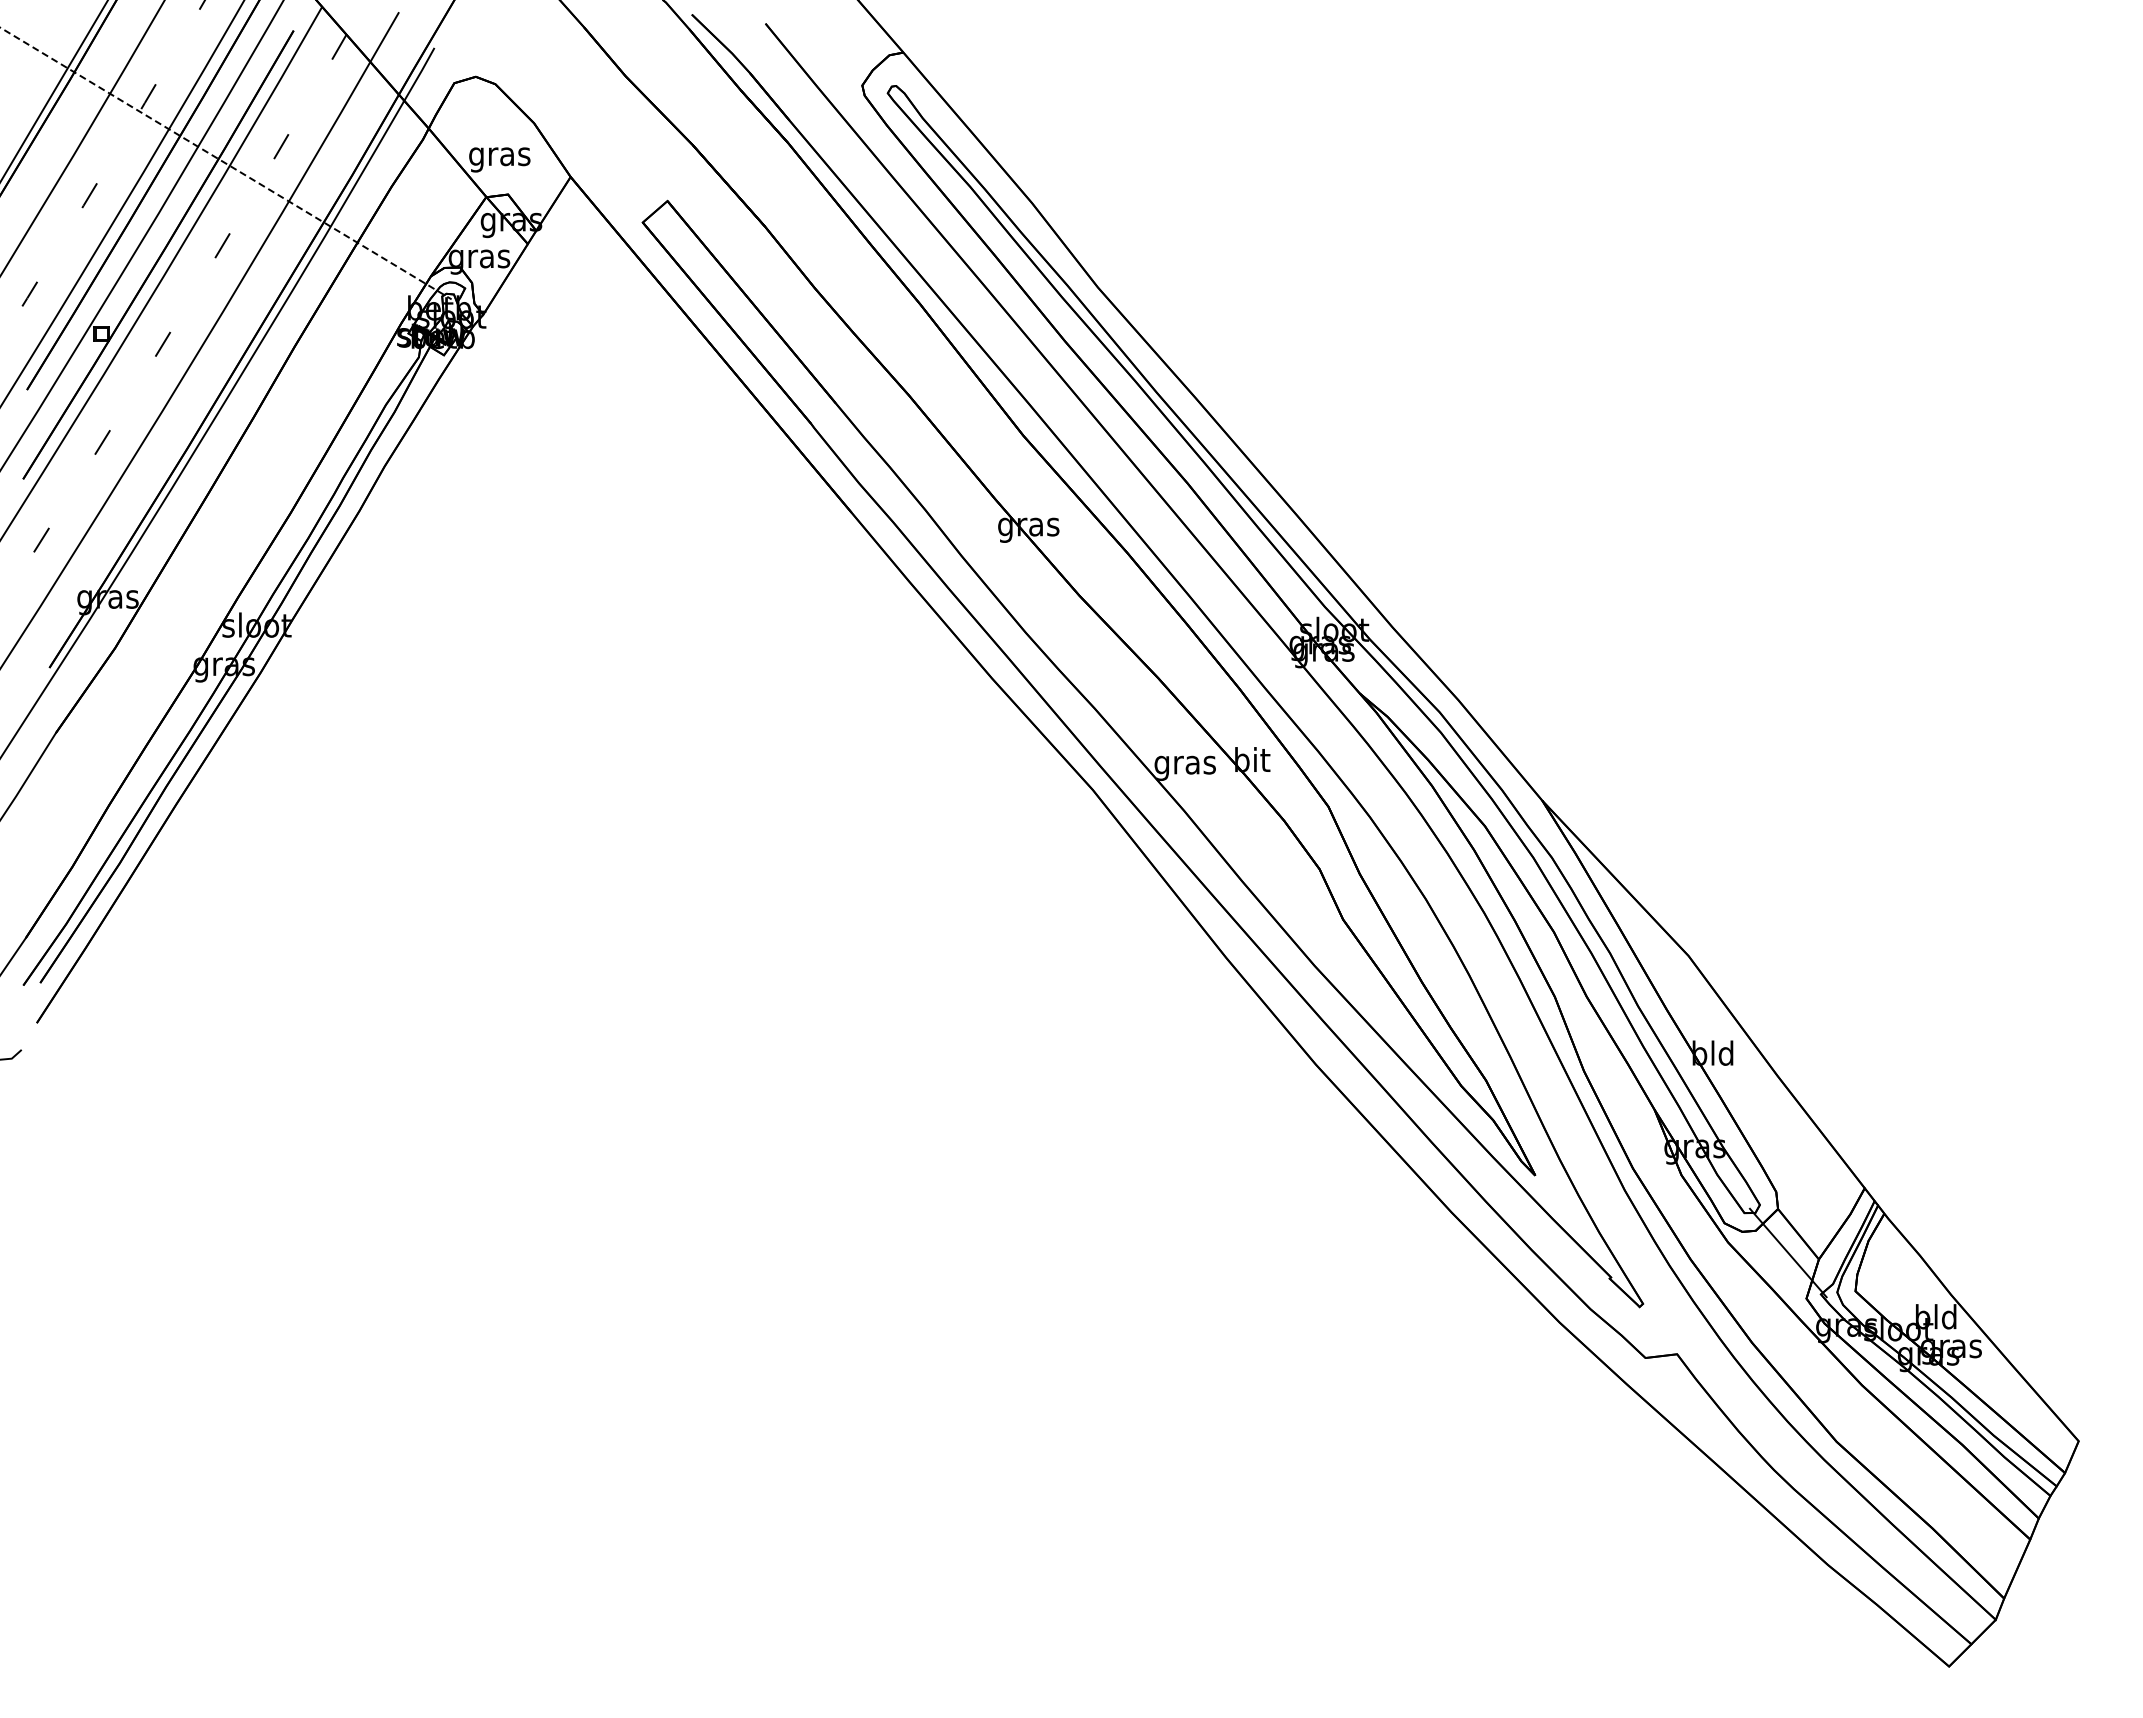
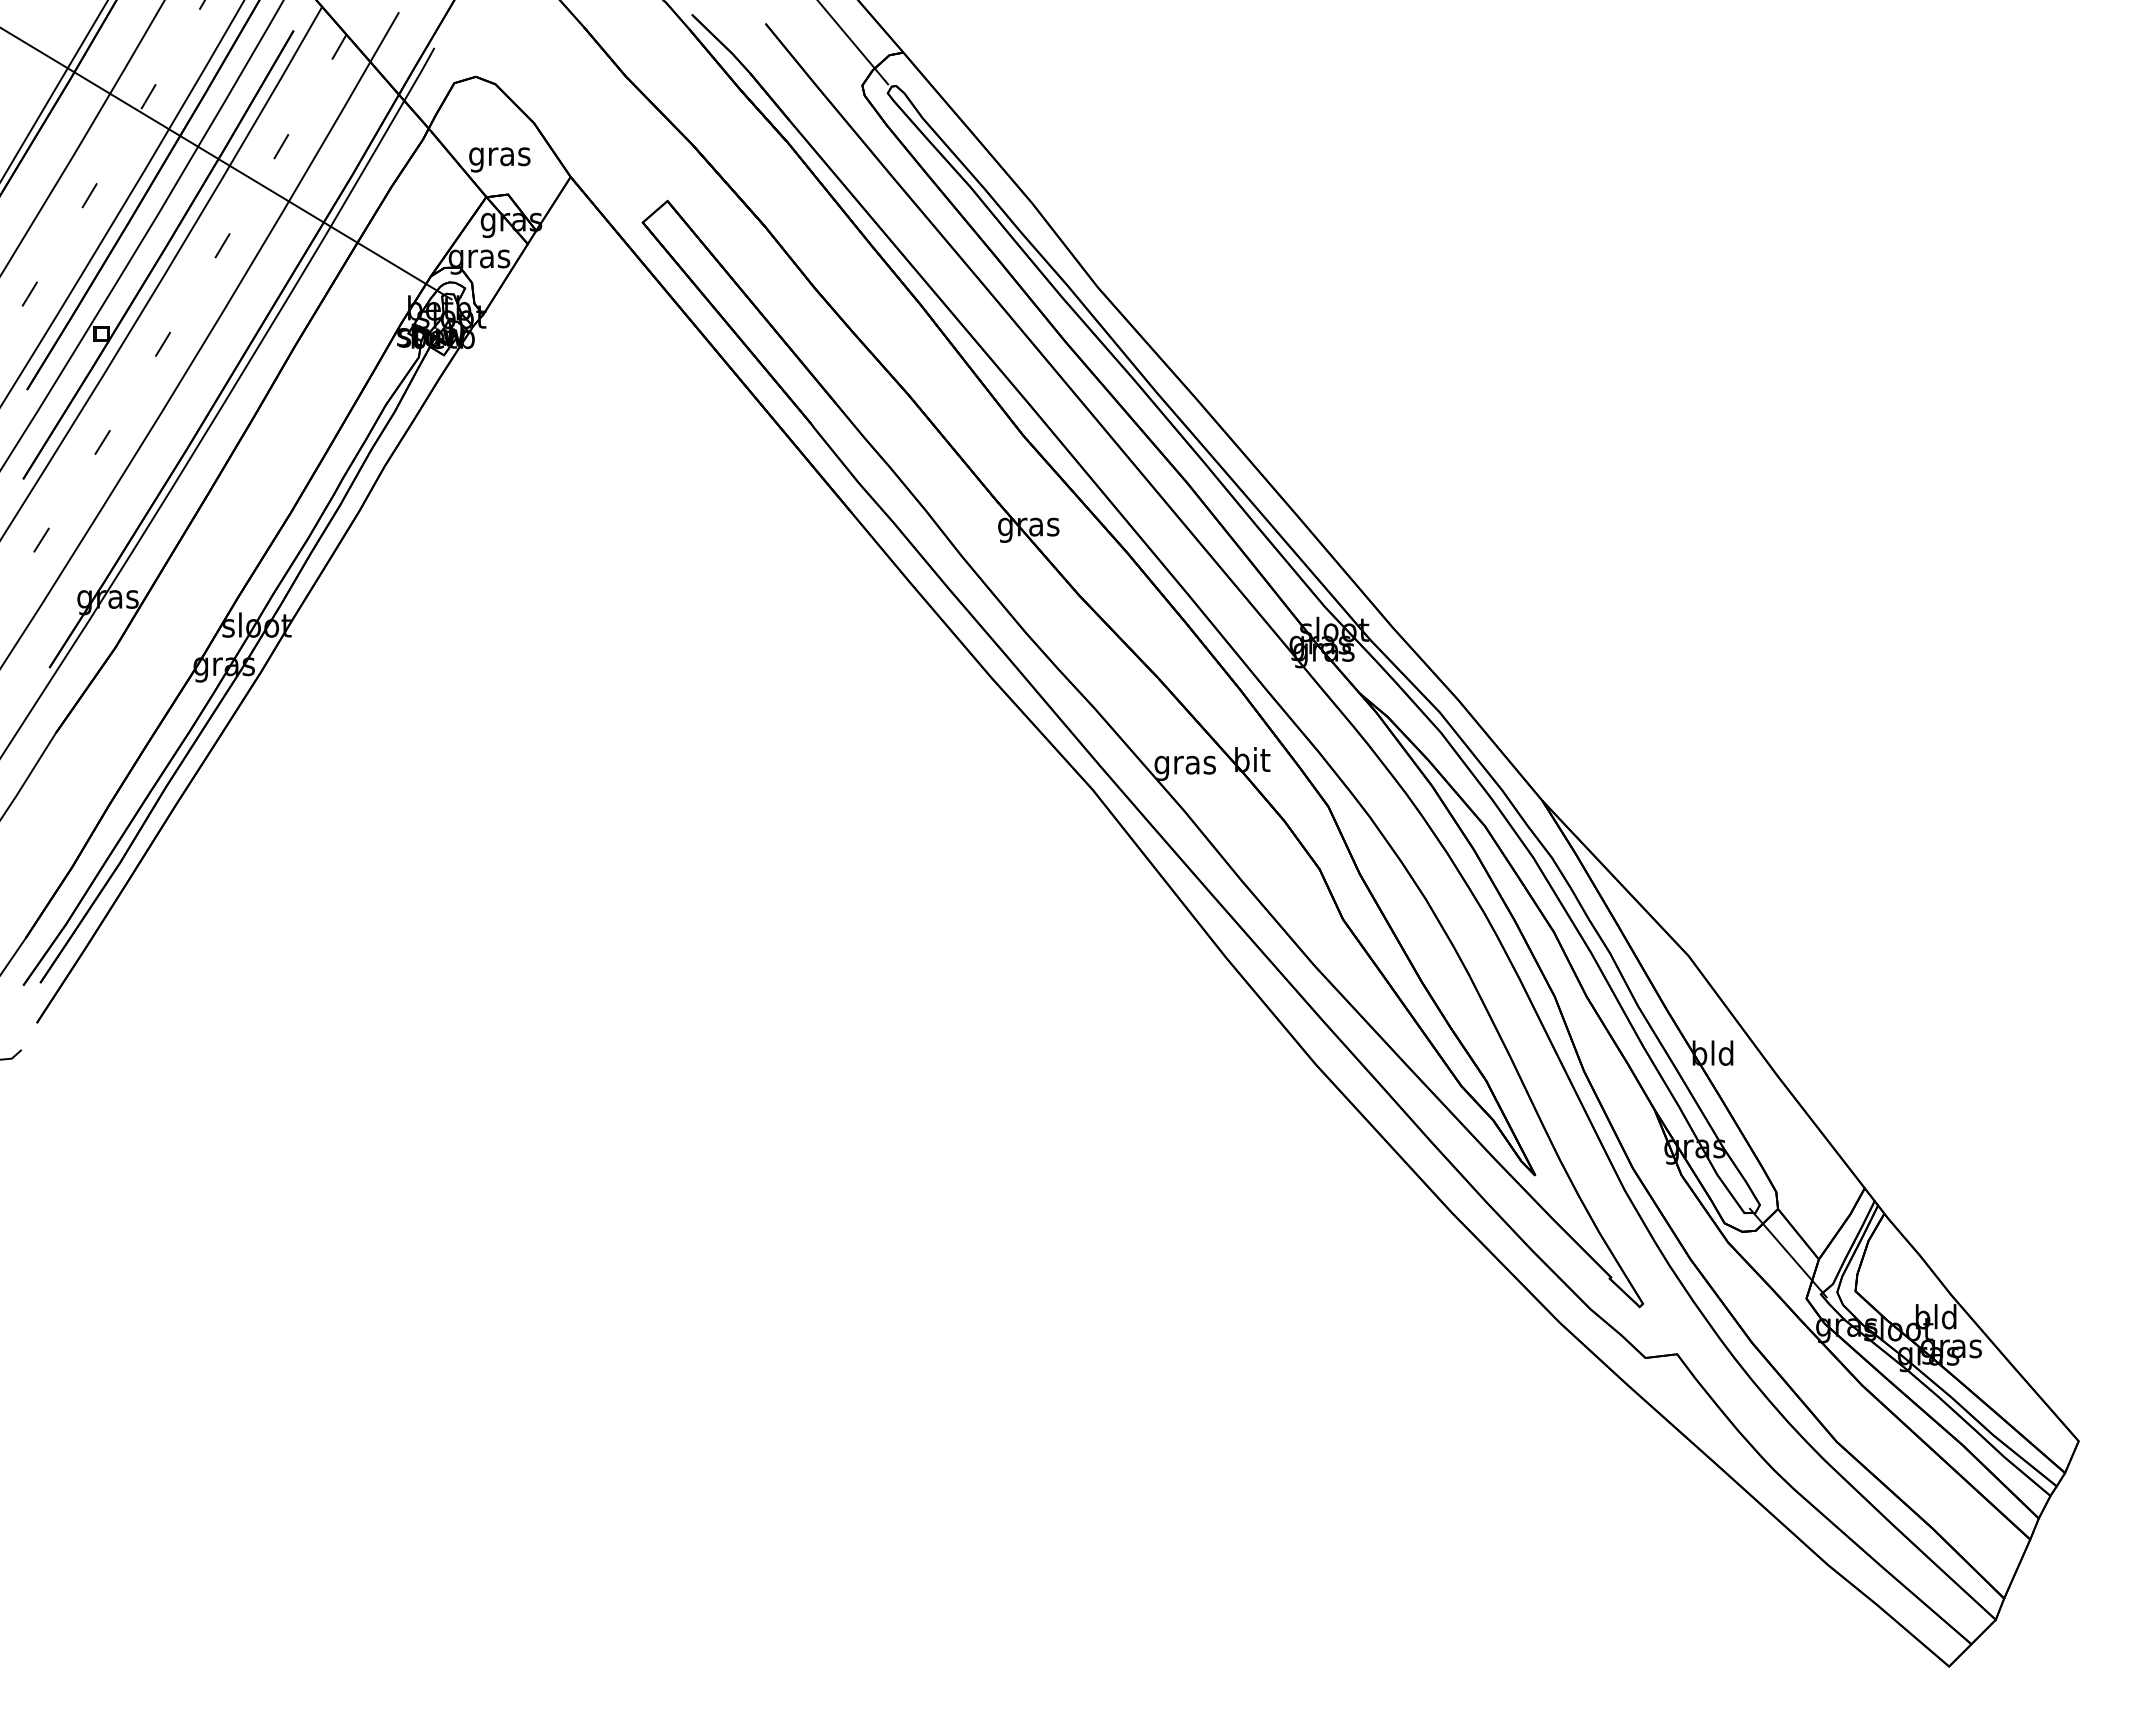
line at (853, 43): none -> present
line at (225, 163): dashed -> solid
